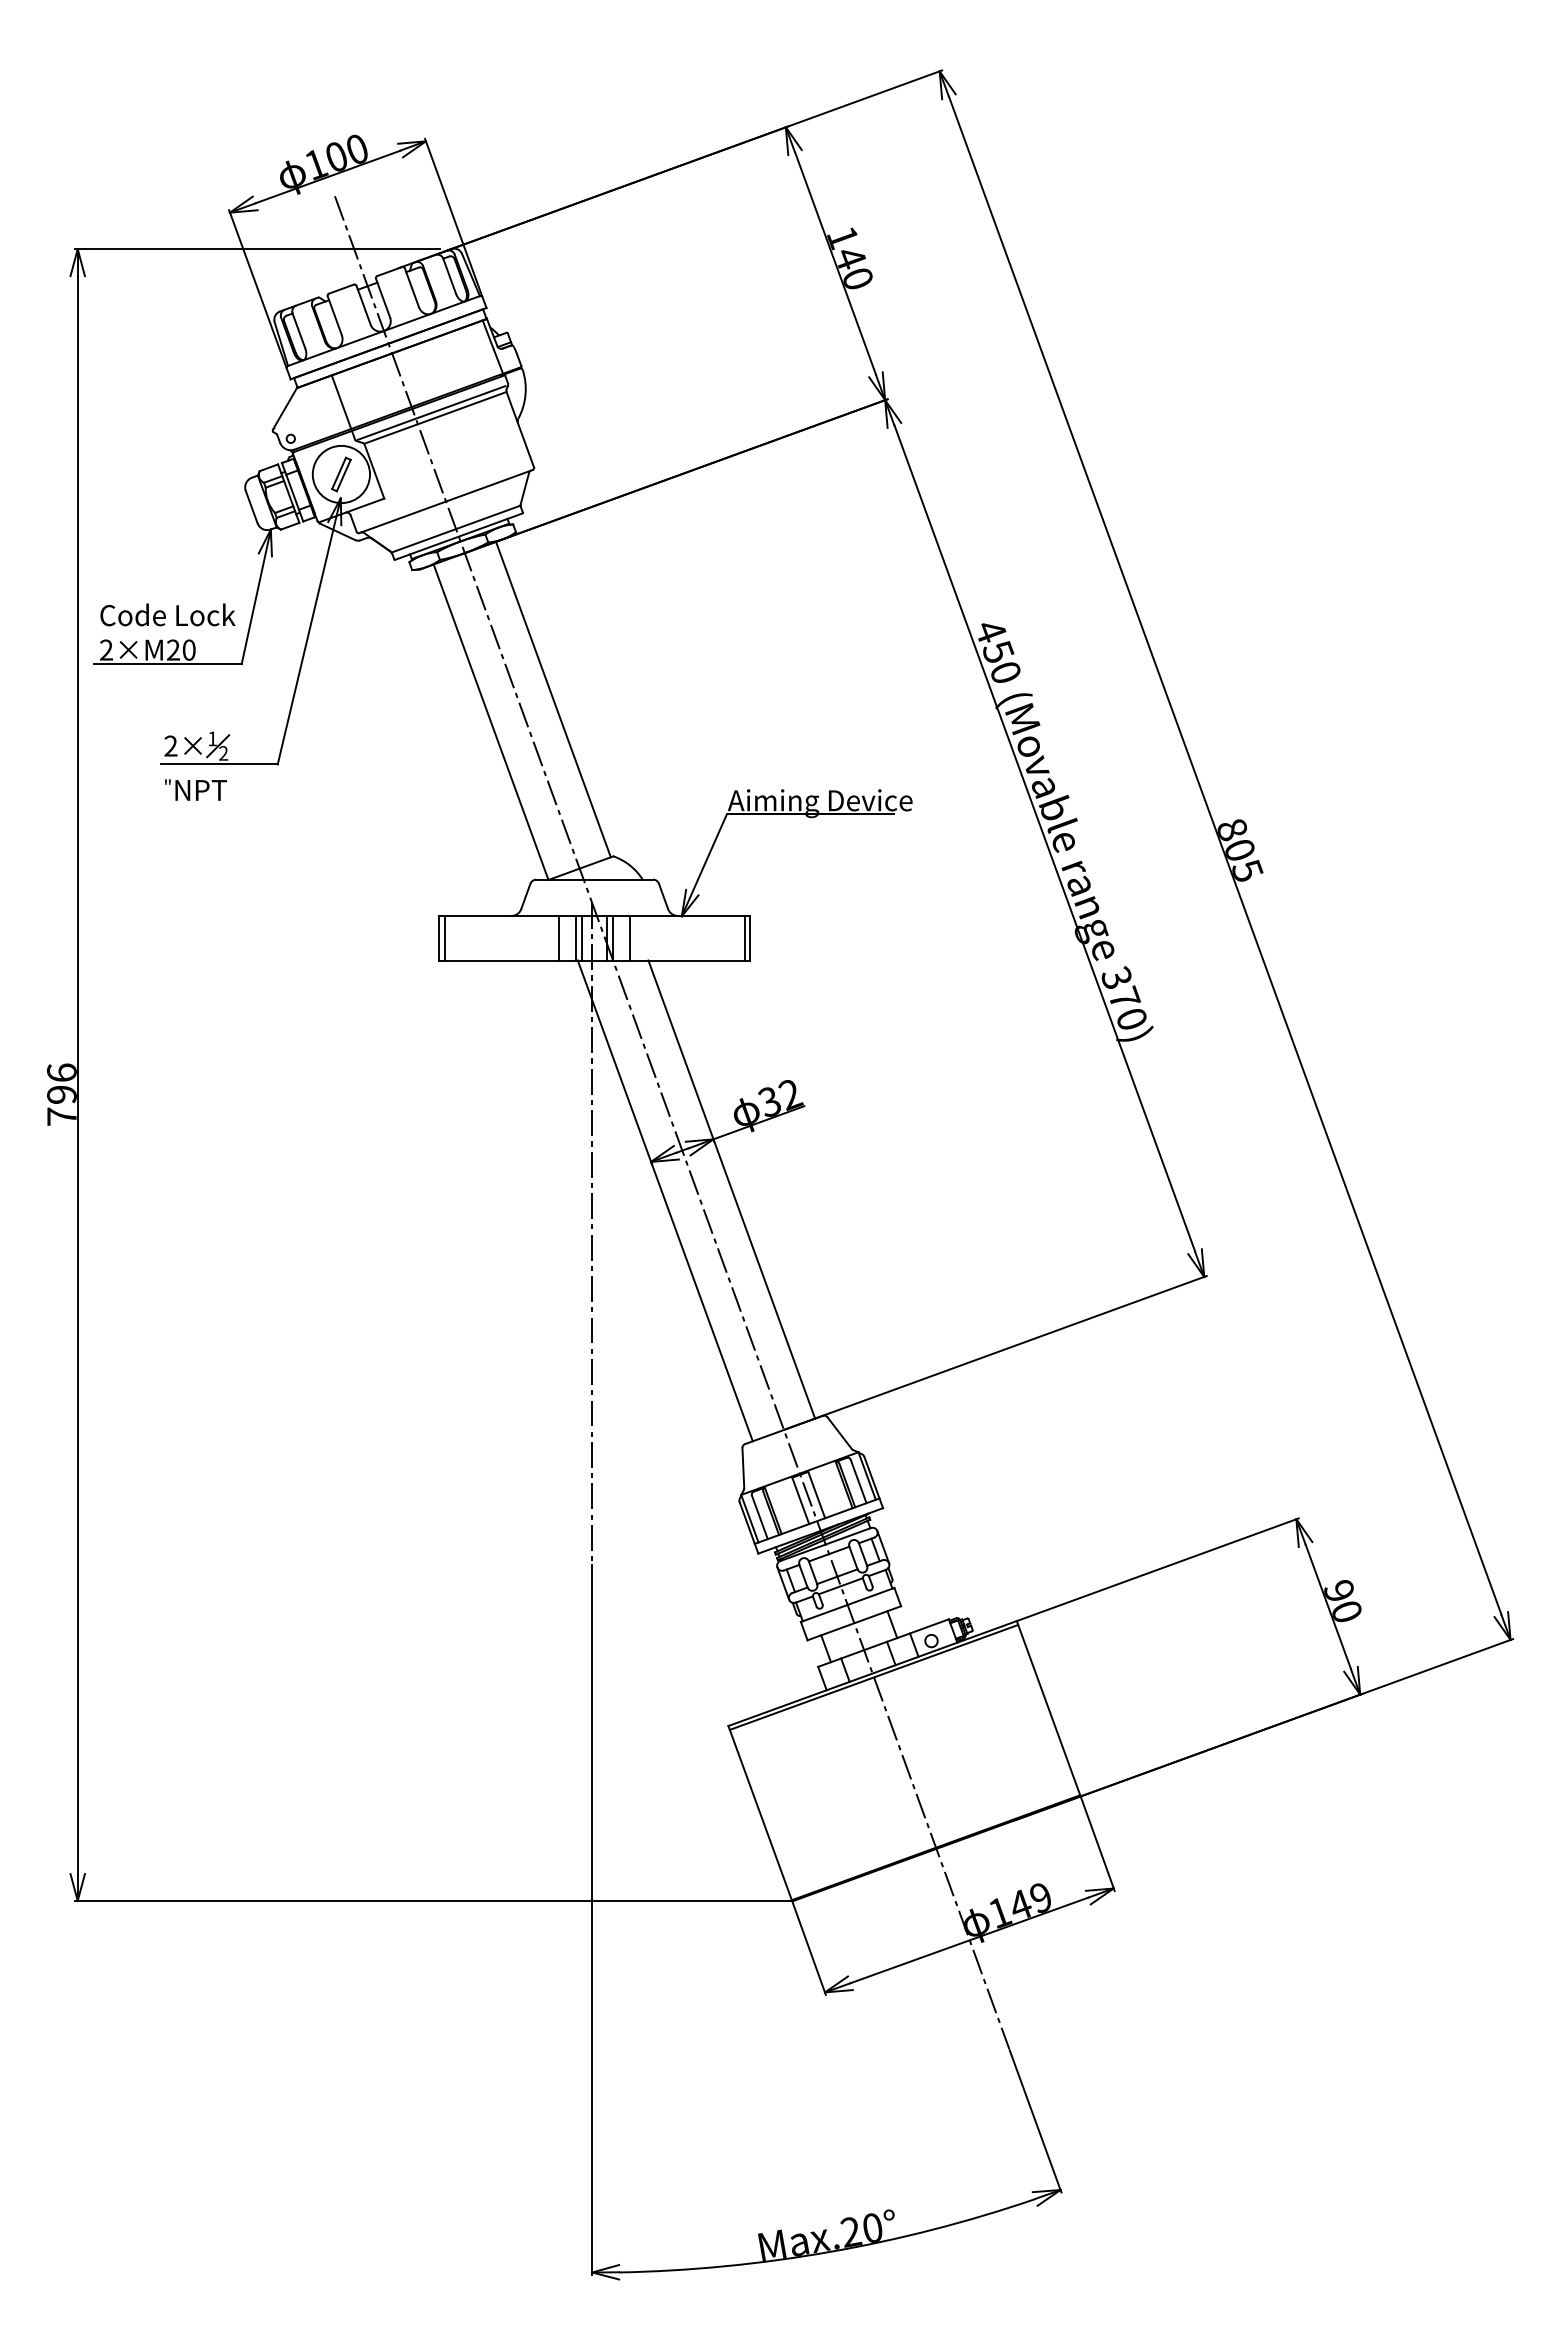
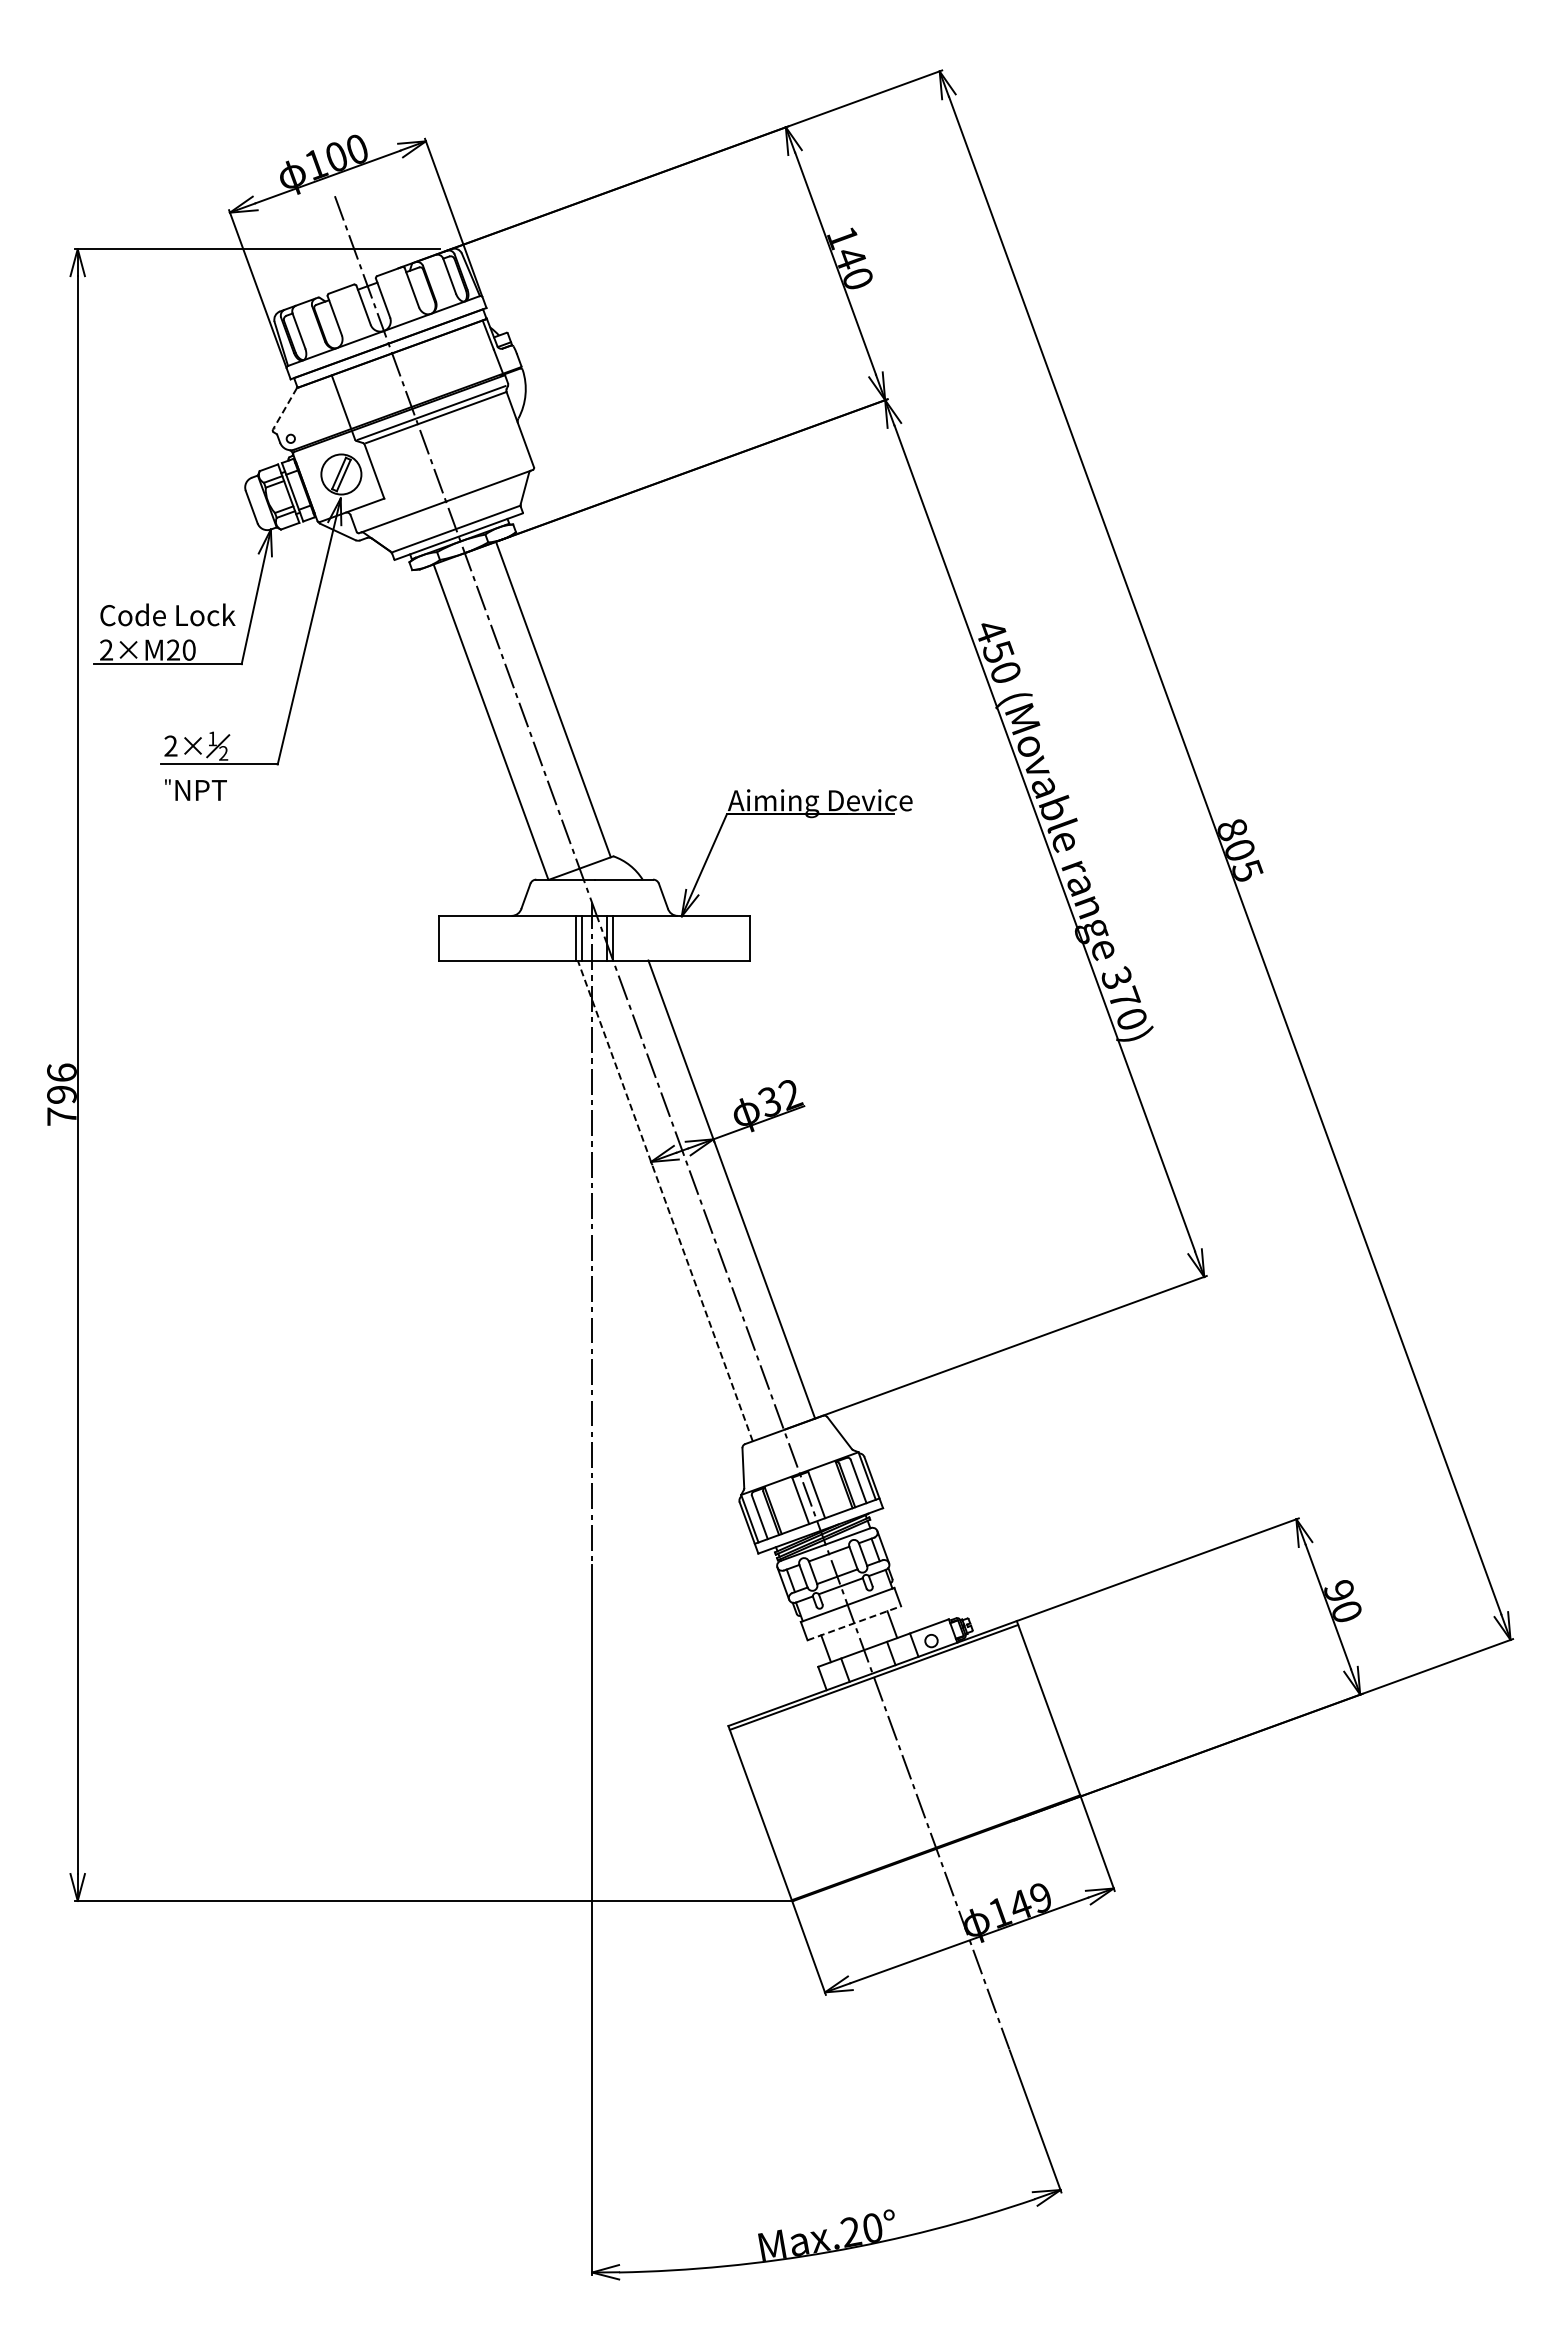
line at (285, 408): solid -> dashed
circle at (341, 474) diameter: 57 px -> 40 px
line at (444, 937): present -> none
line at (559, 937): present -> none
line at (629, 937): present -> none
line at (744, 937): present -> none
line at (665, 1200): solid -> dashed
line at (854, 1623): solid -> dashed
